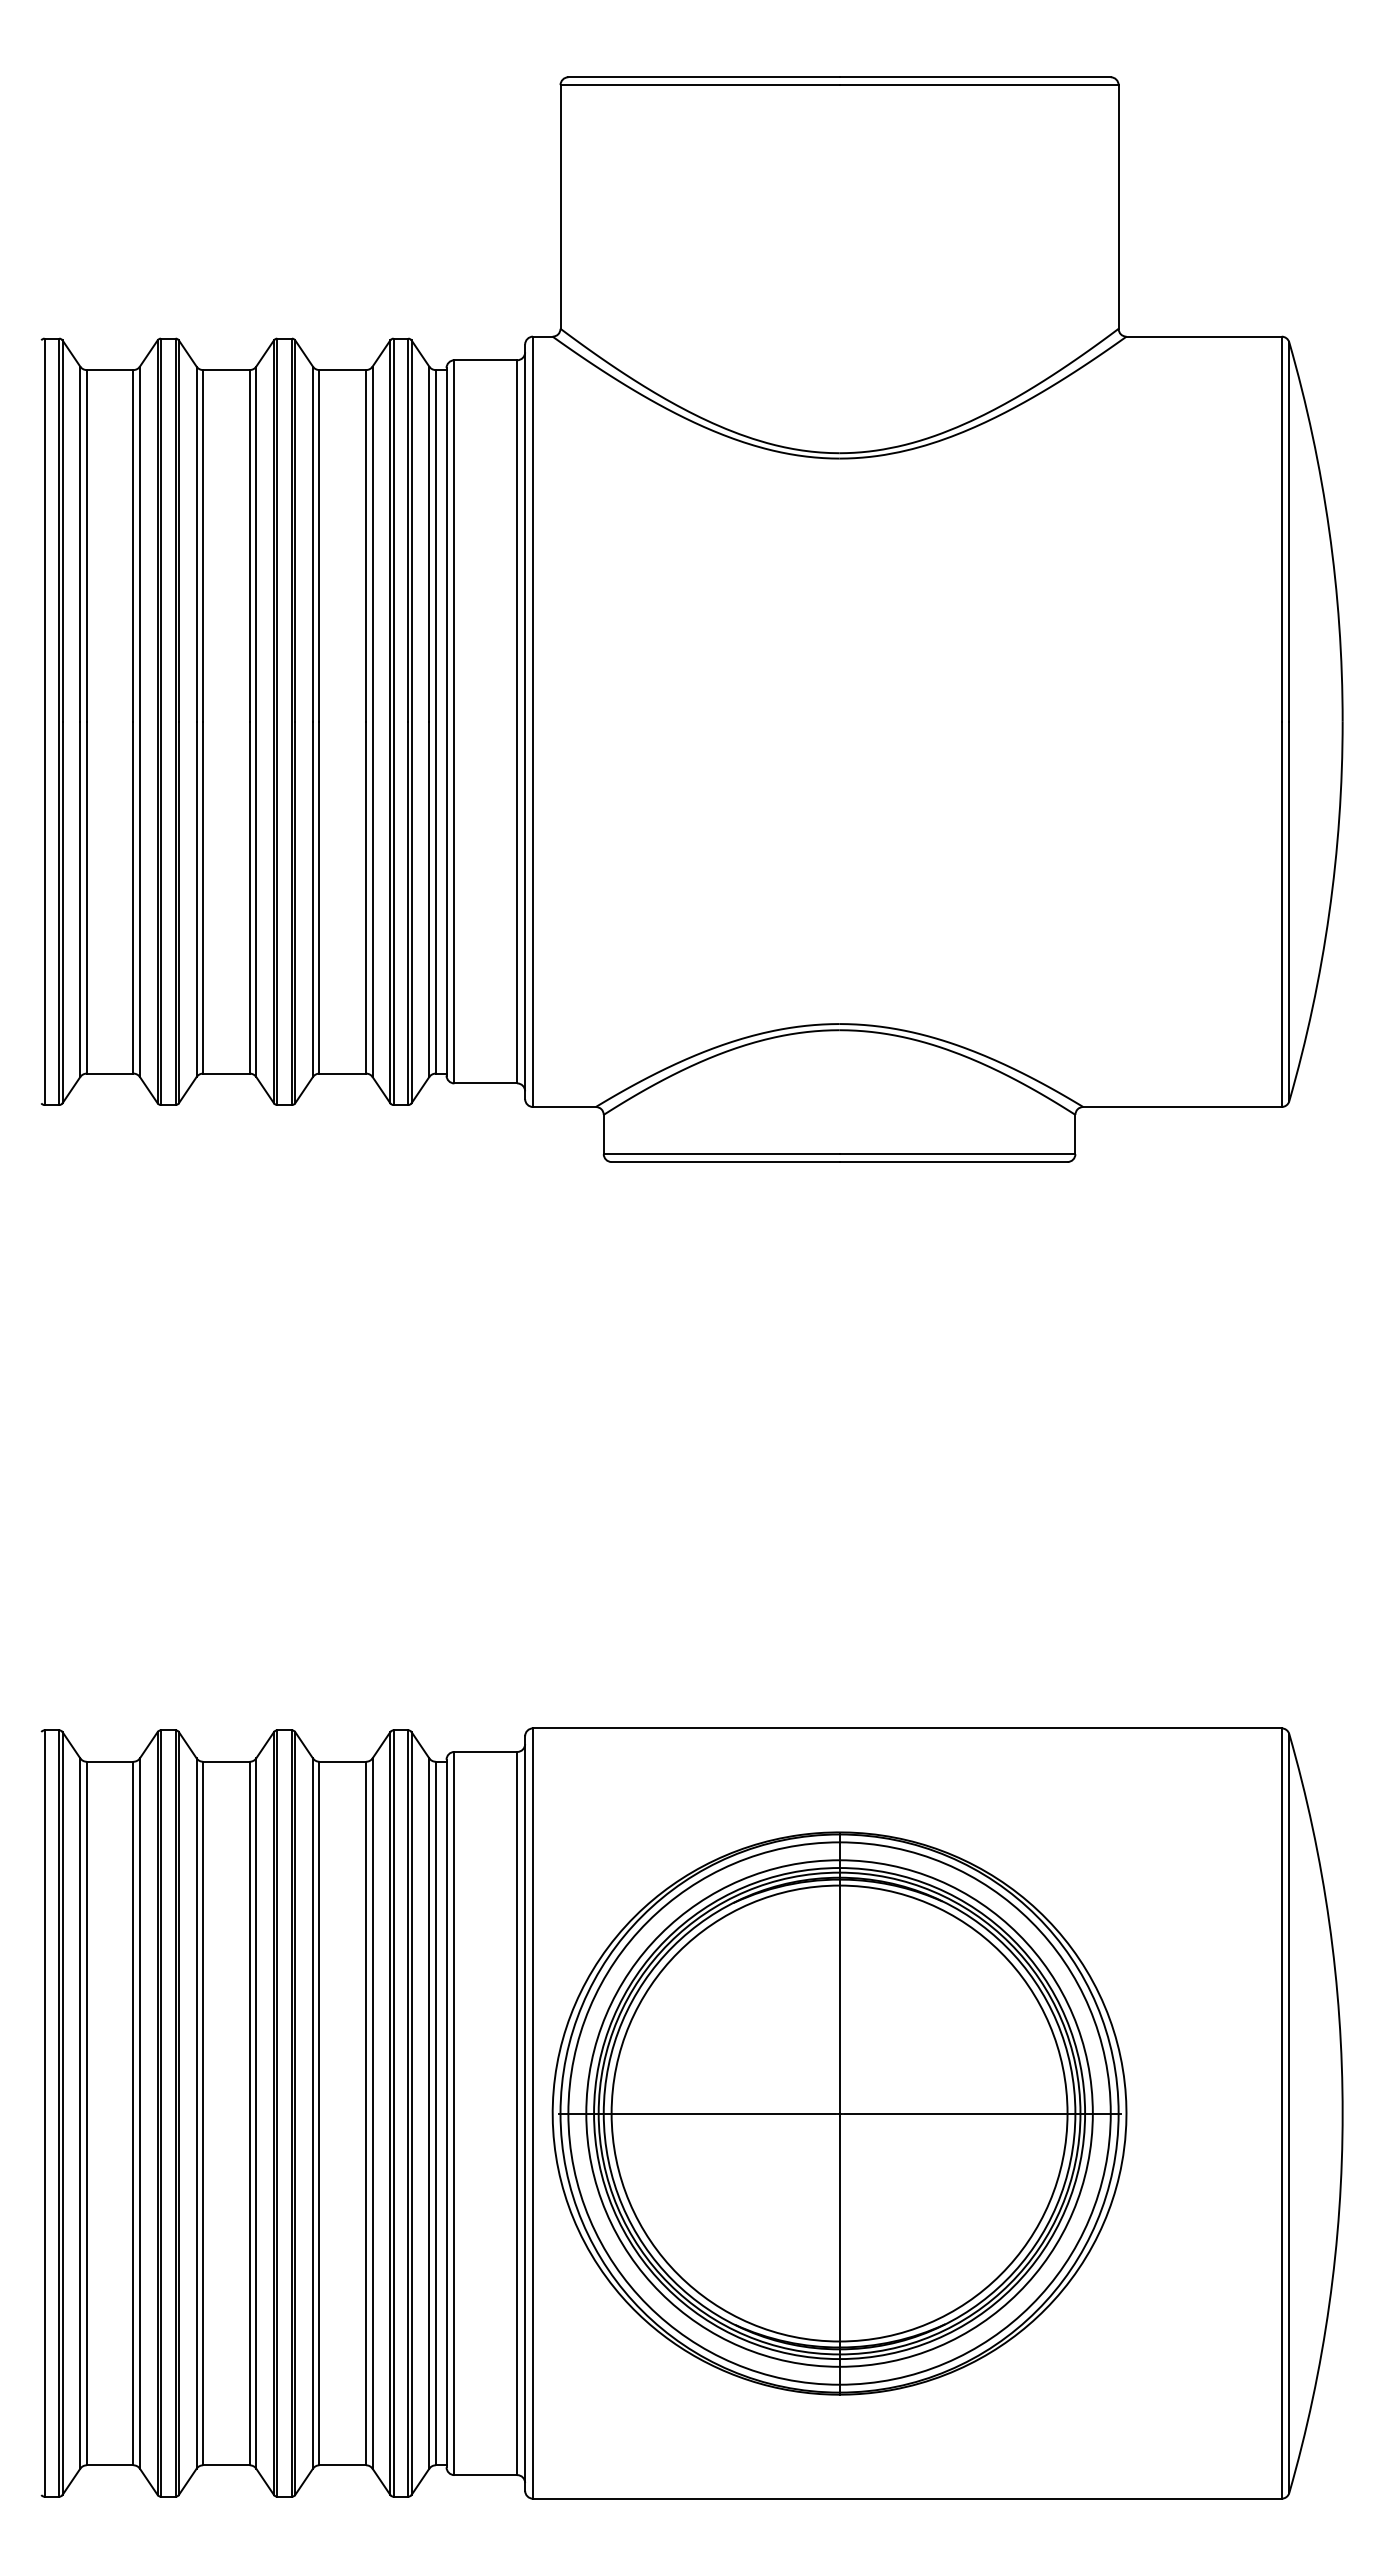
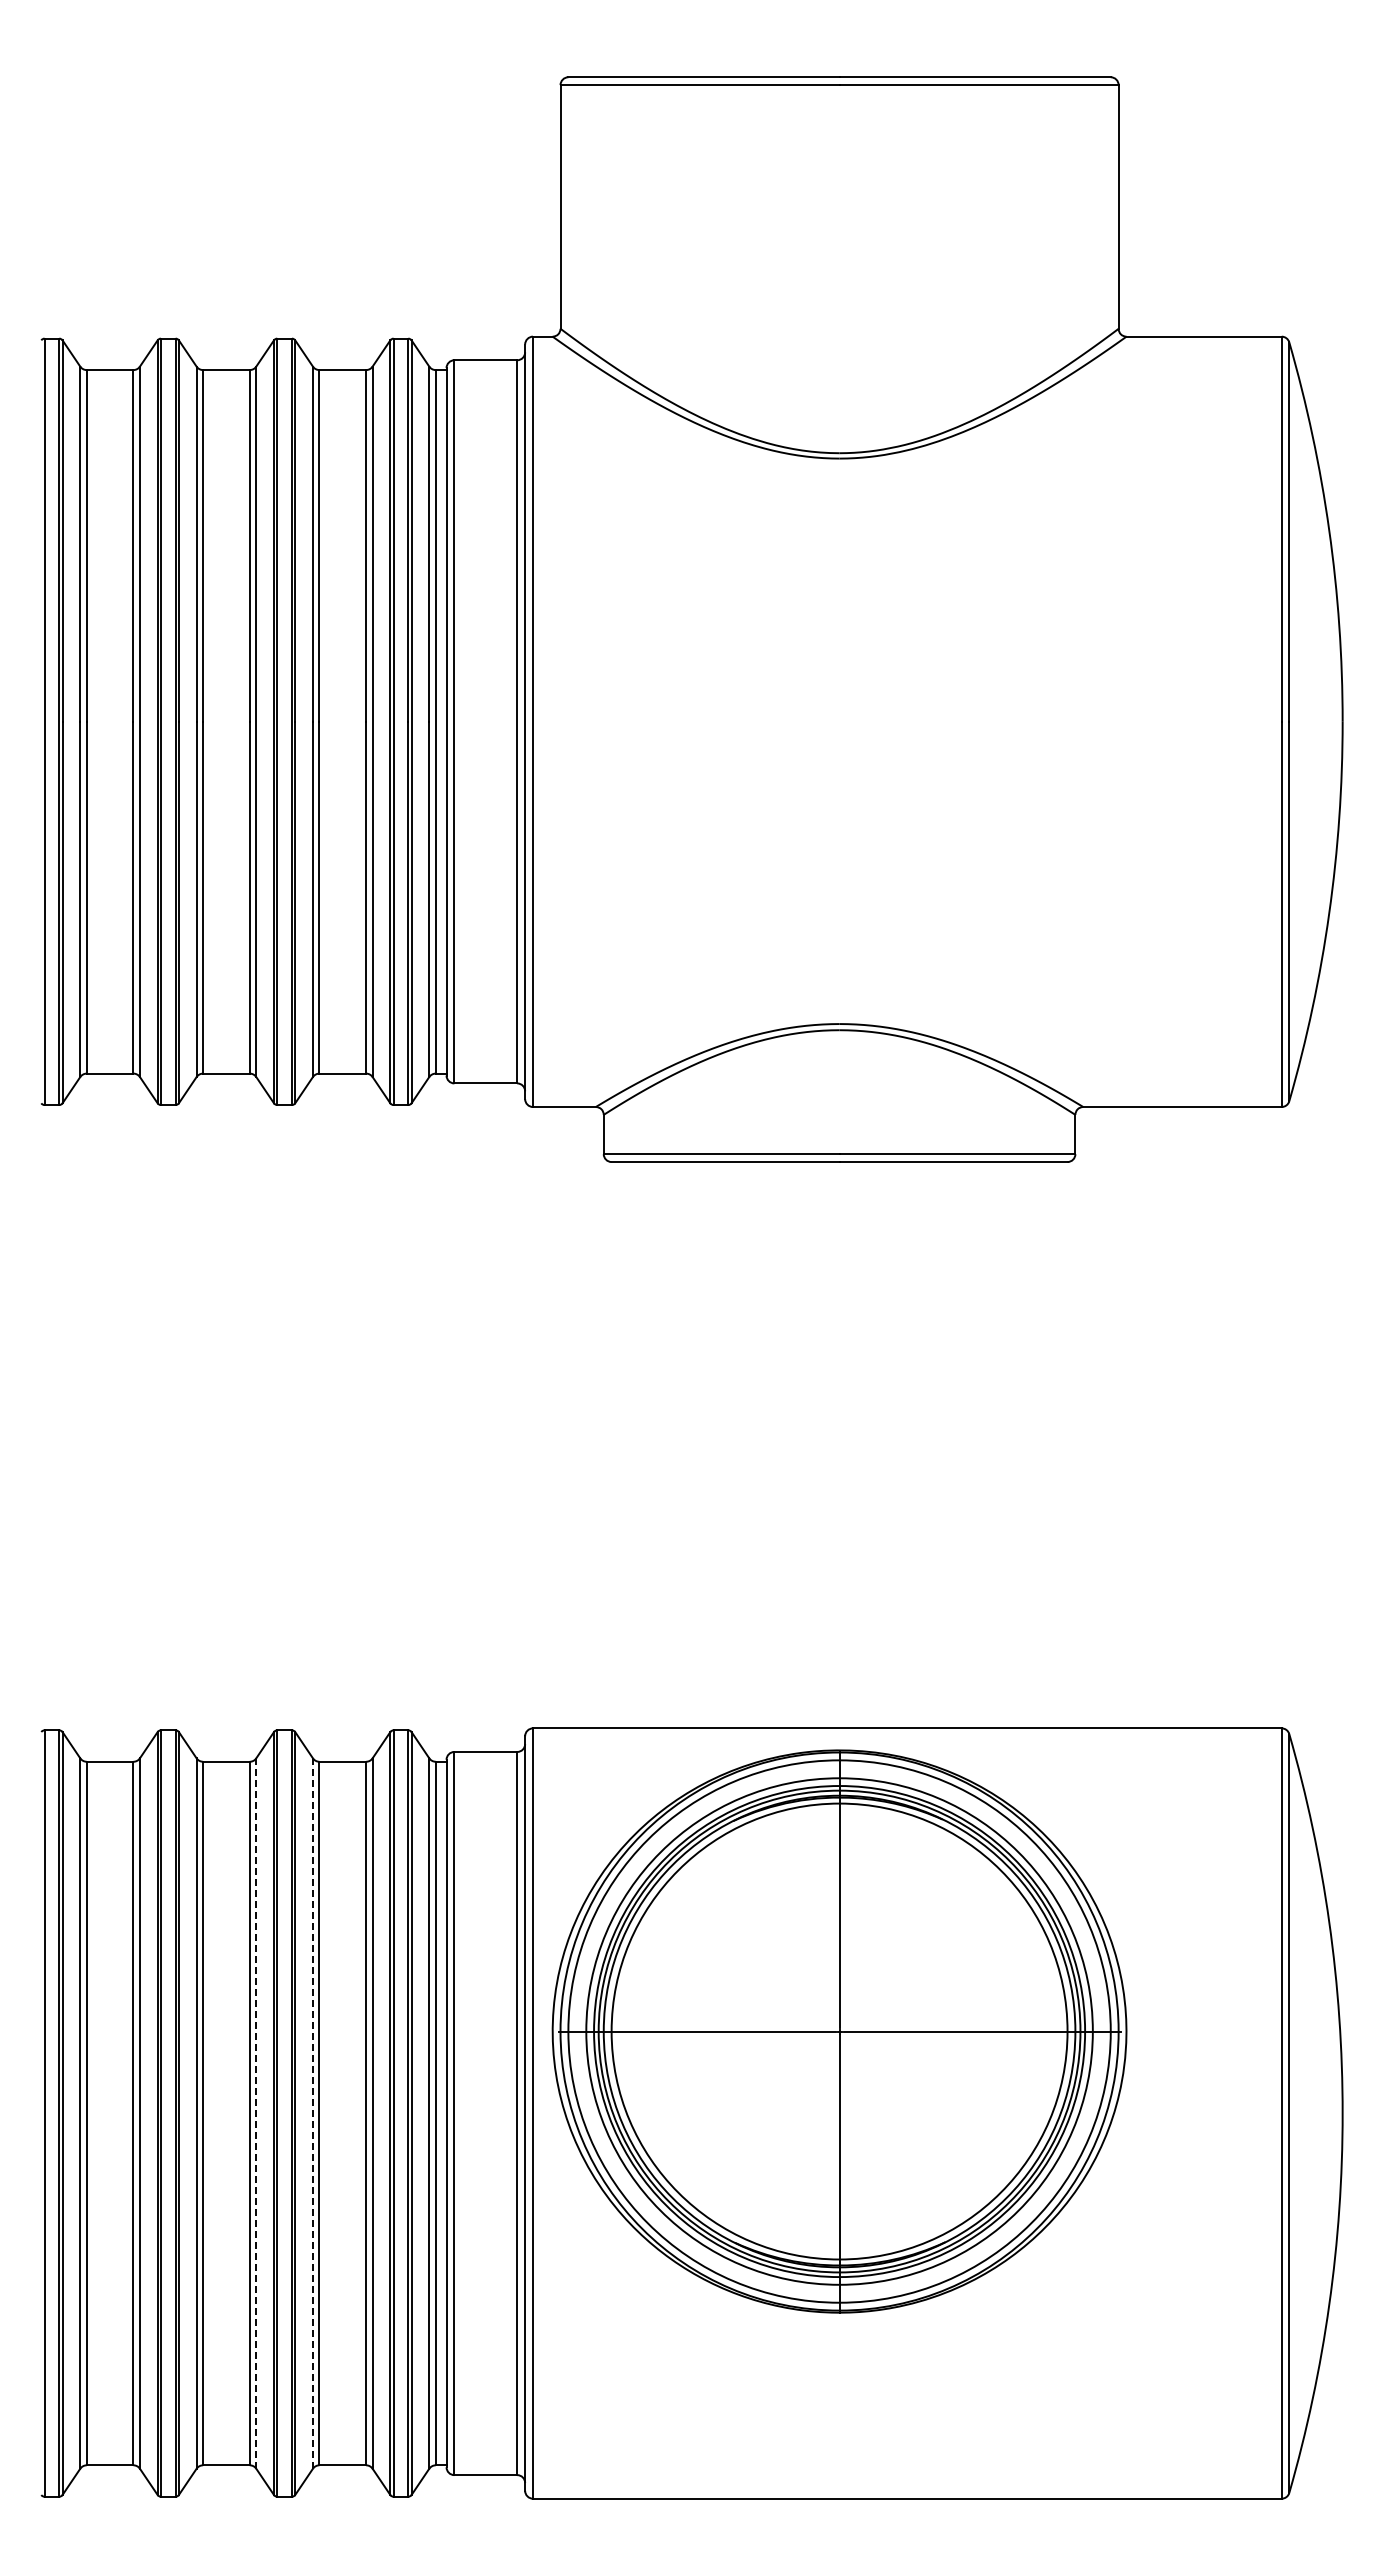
line at (312, 2113): solid -> dashed
part at (839, 2113) position: (839, 2113) -> (839, 2031)
line at (256, 2114): solid -> dashed
